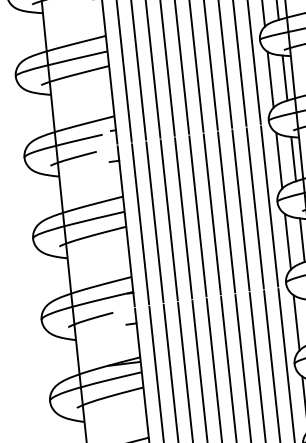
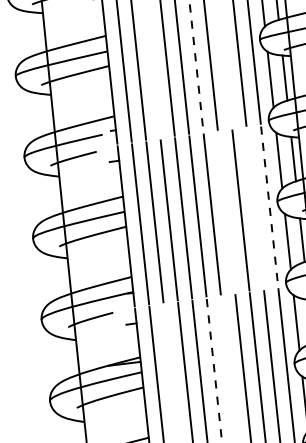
line at (225, 64): present -> none
line at (196, 66): solid -> dashed
line at (153, 69): present -> none
line at (269, 207): solid -> dashed
line at (254, 208): present -> none
line at (226, 212): present -> none
line at (228, 368): present -> none
line at (214, 370): solid -> dashed
line at (170, 372): present -> none
